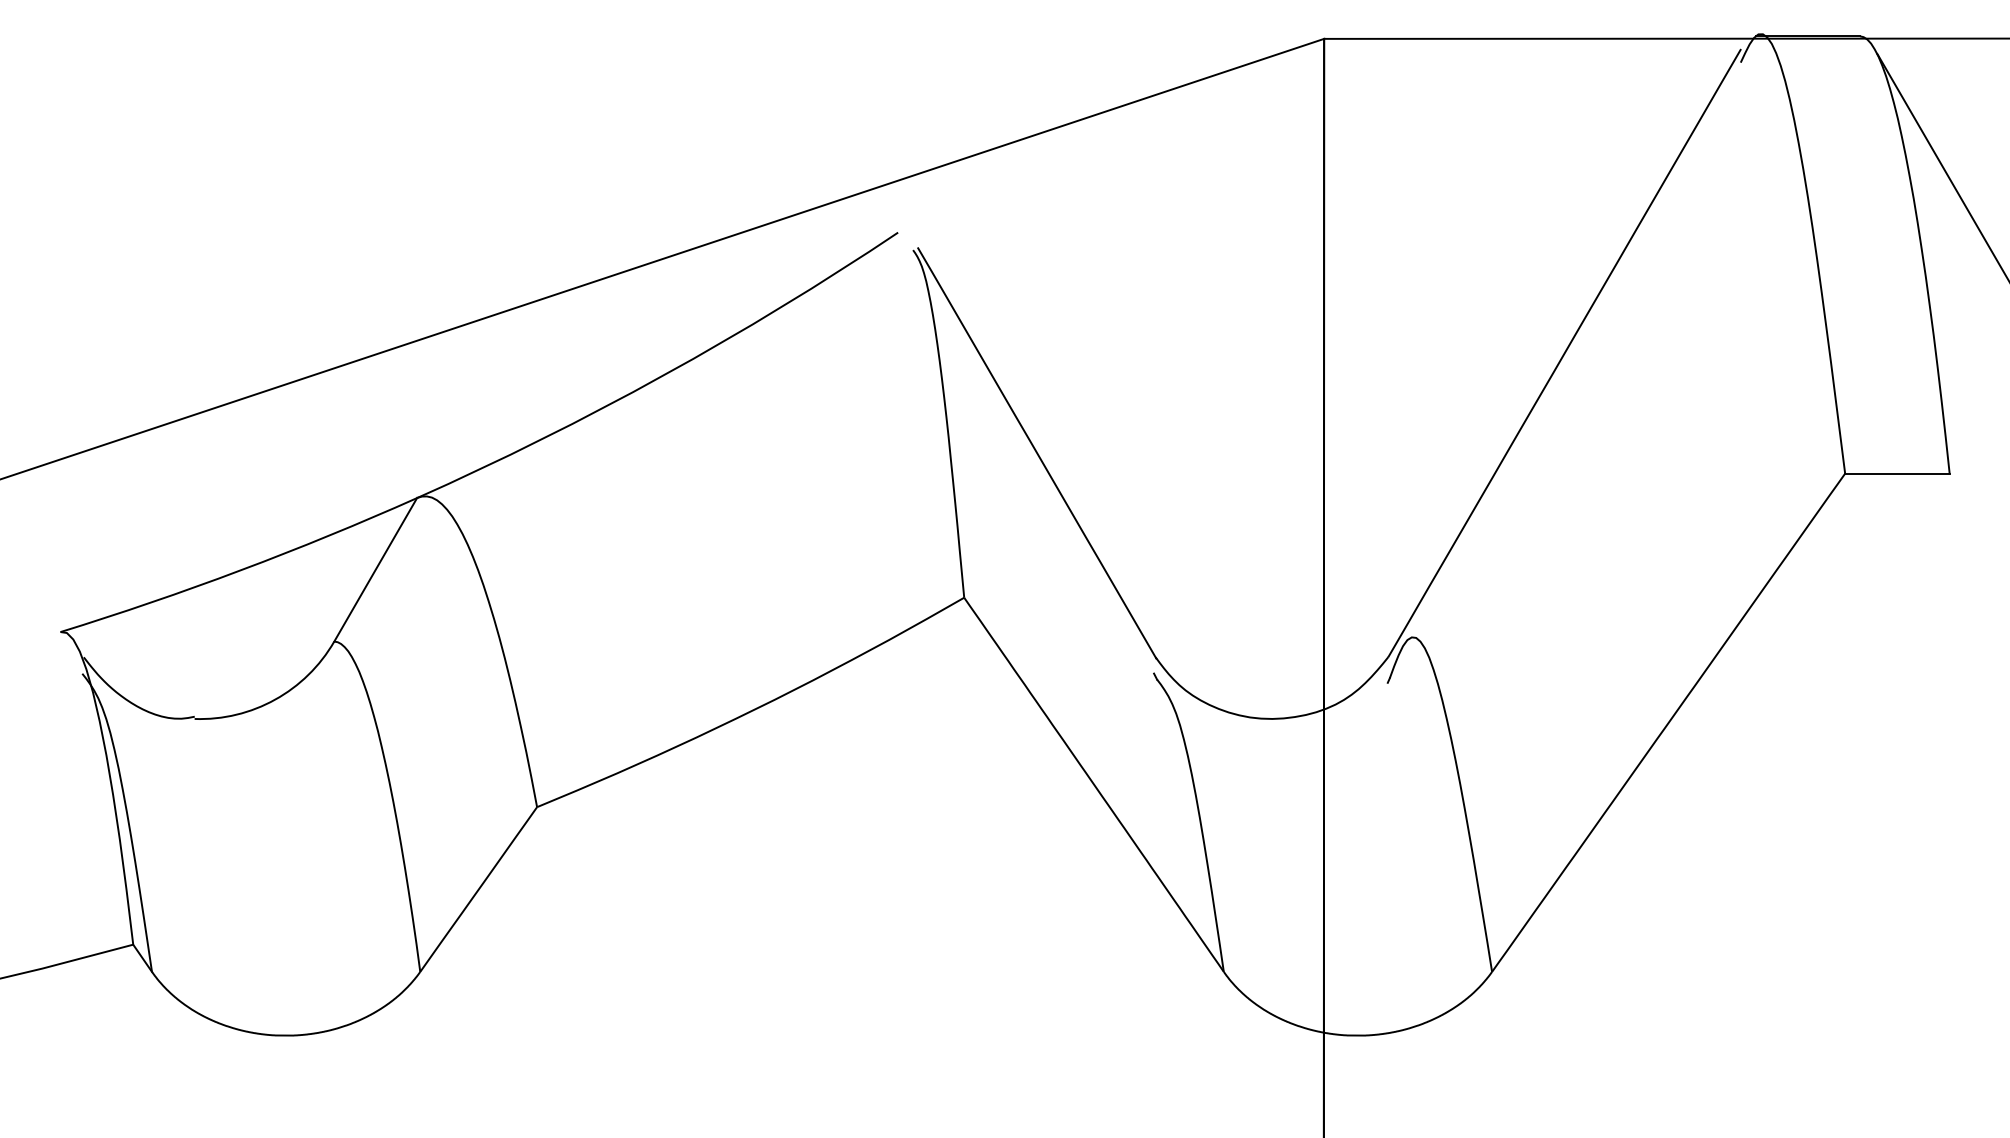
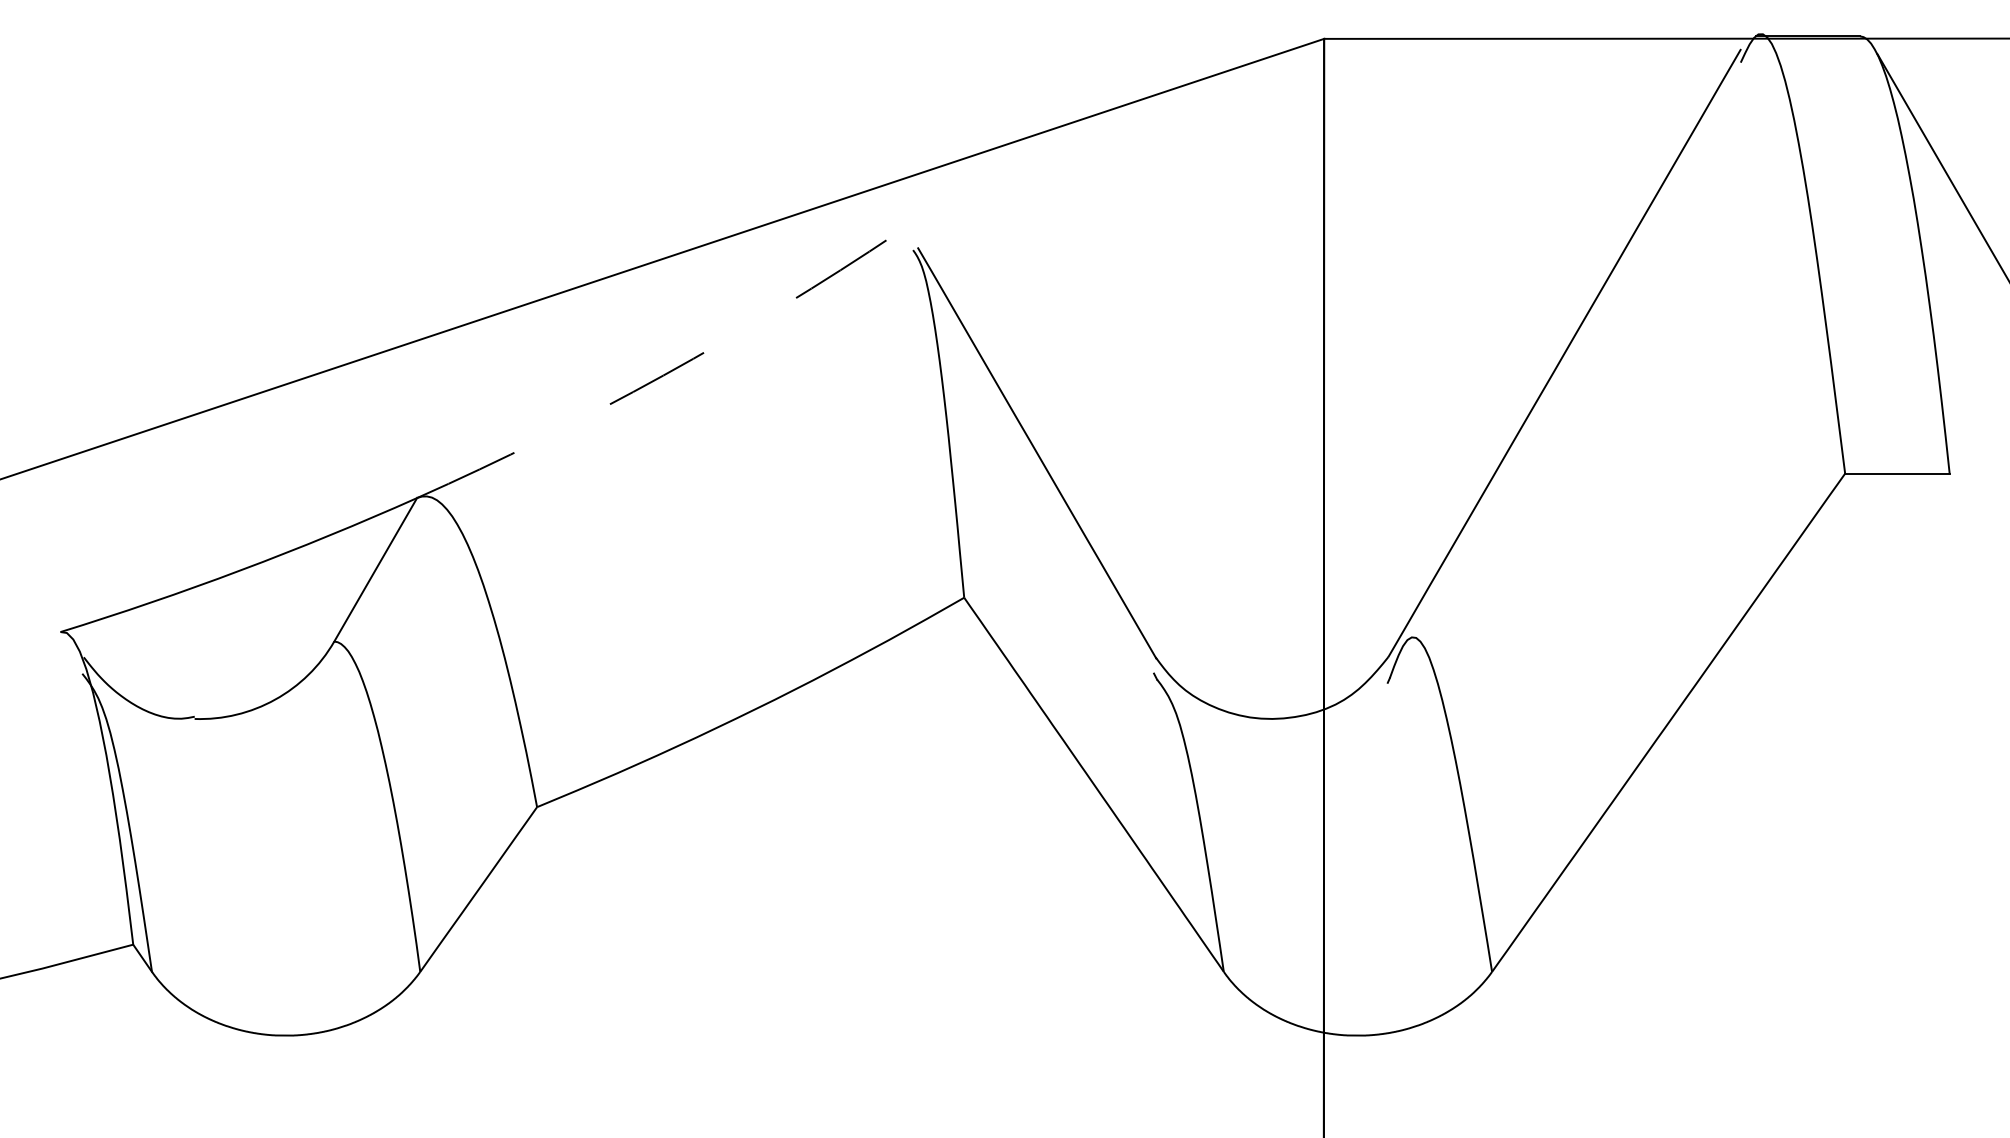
arc at (663, 375): solid -> dashed
